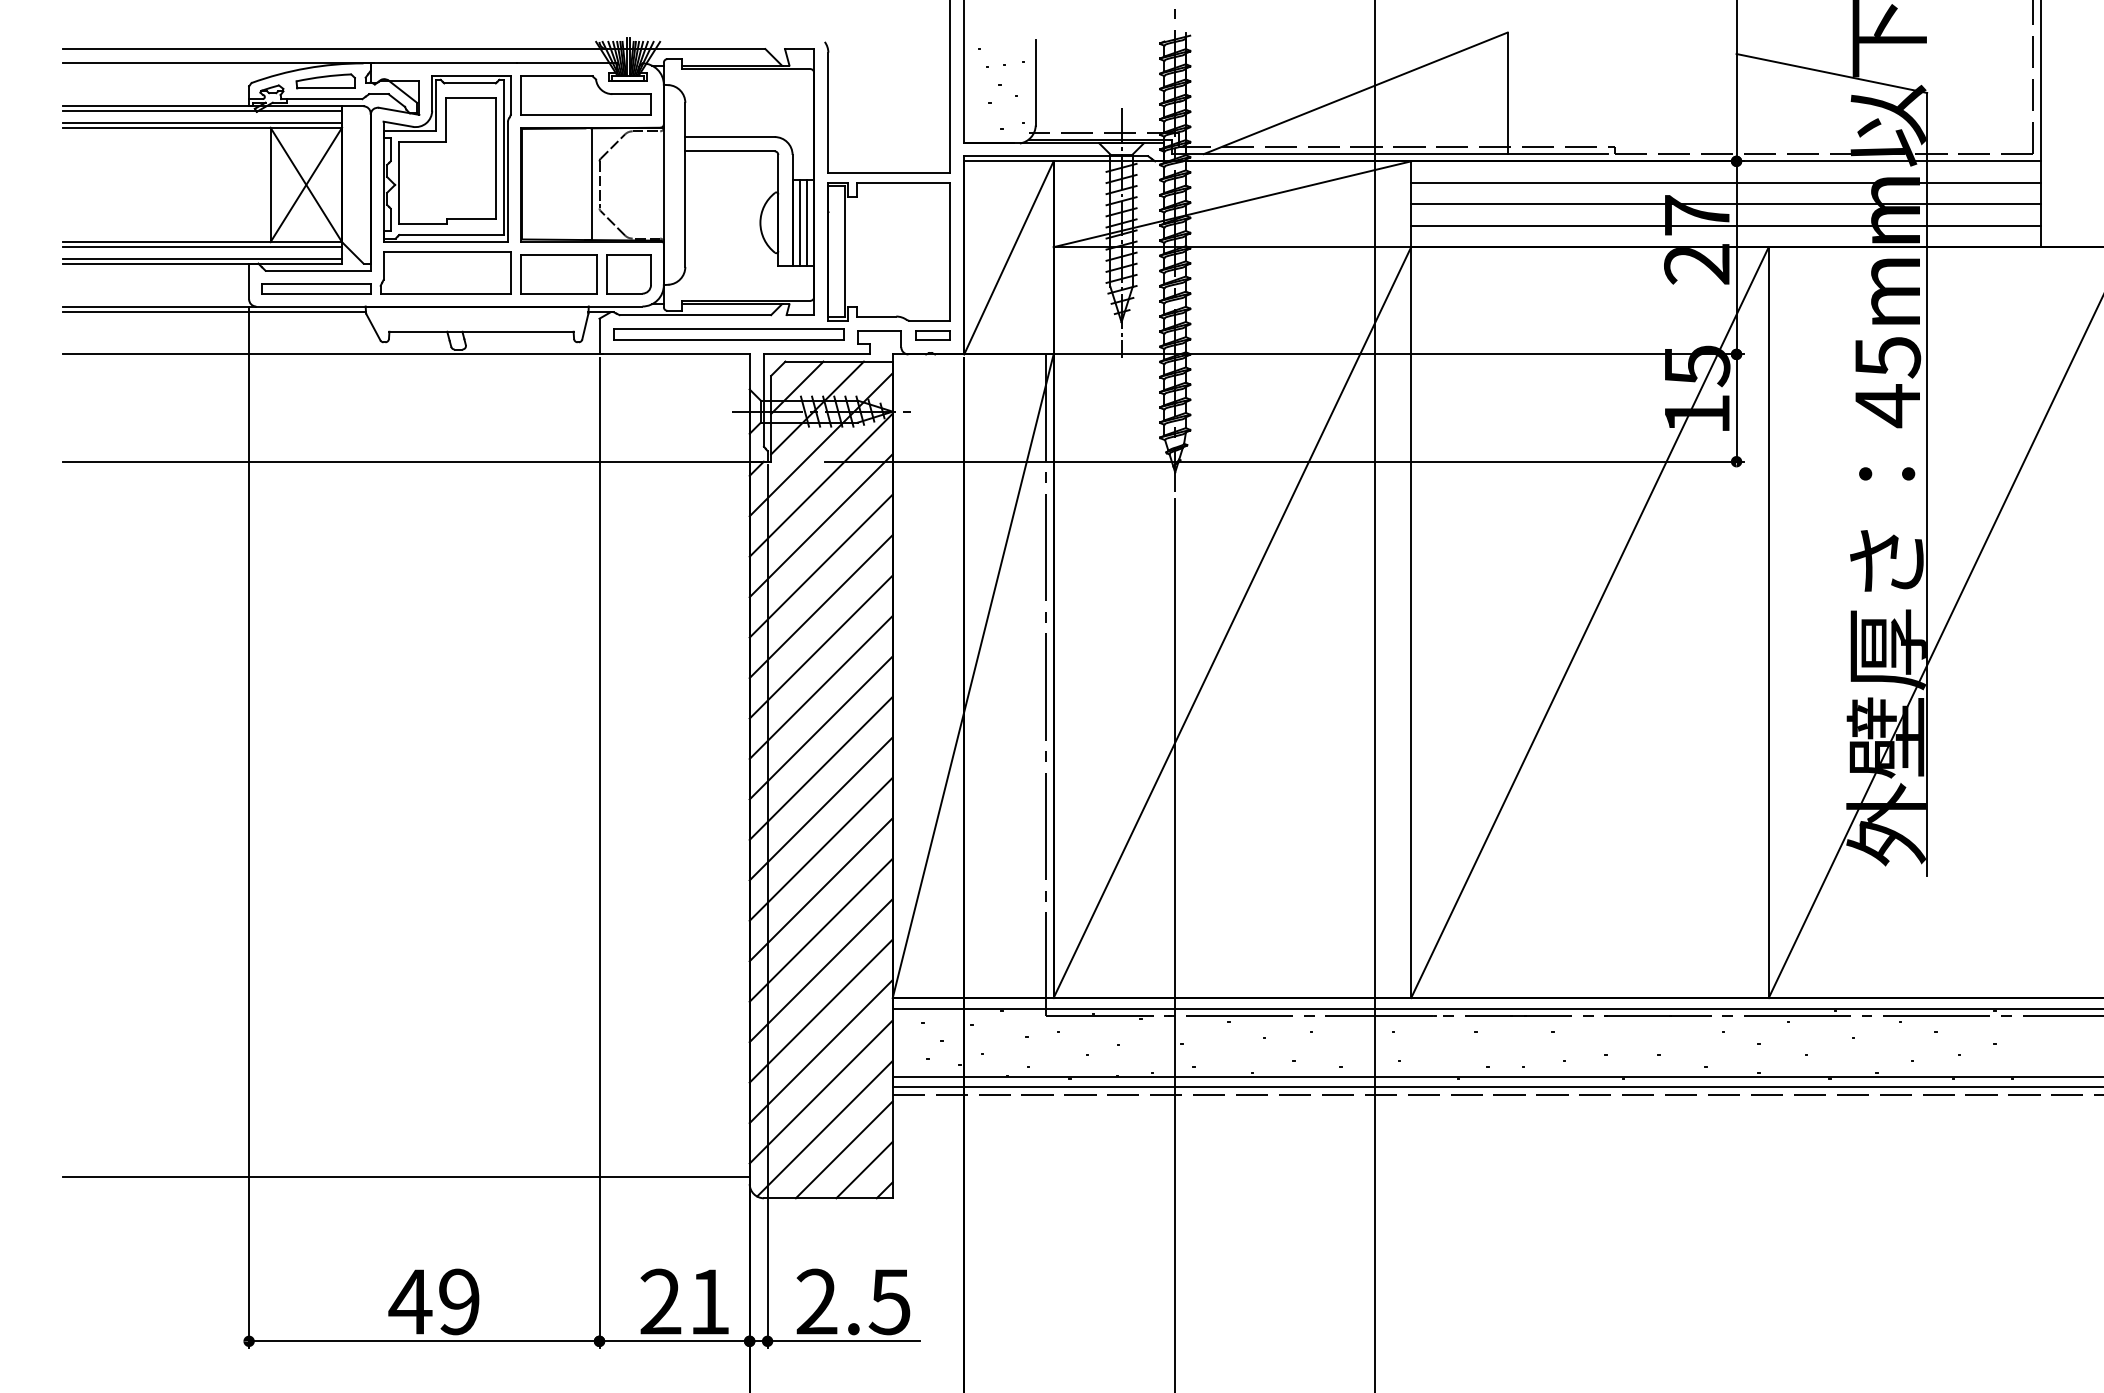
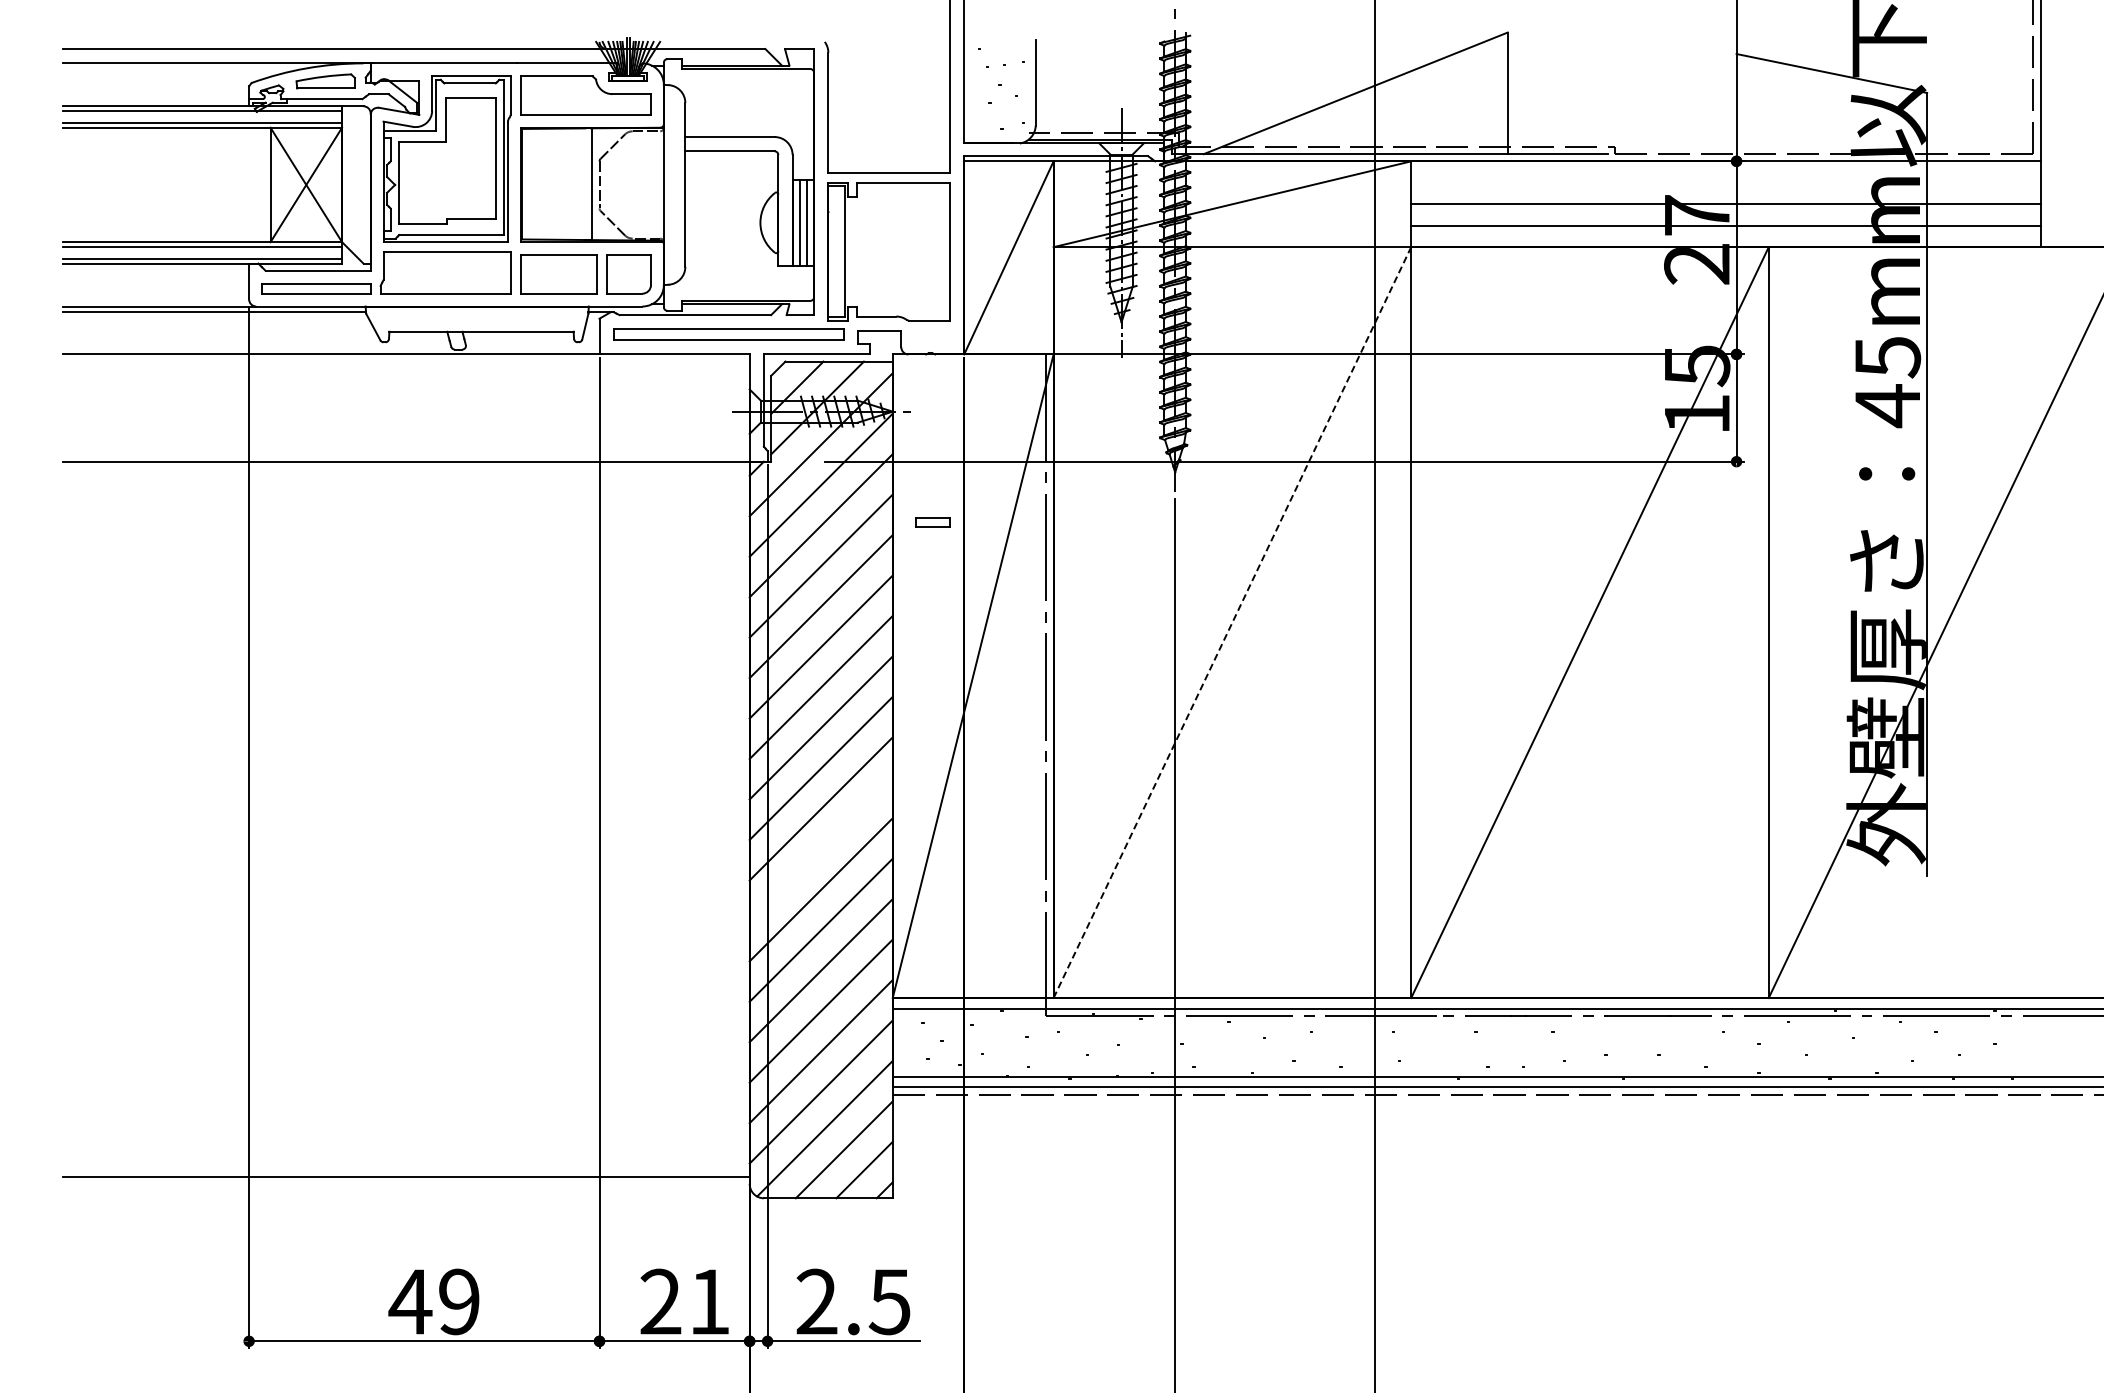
line at (1725, 182): present -> none
part at (932, 335) position: (932, 335) -> (932, 522)
line at (1232, 622): solid -> dashed
line at (820, 848): present -> none
